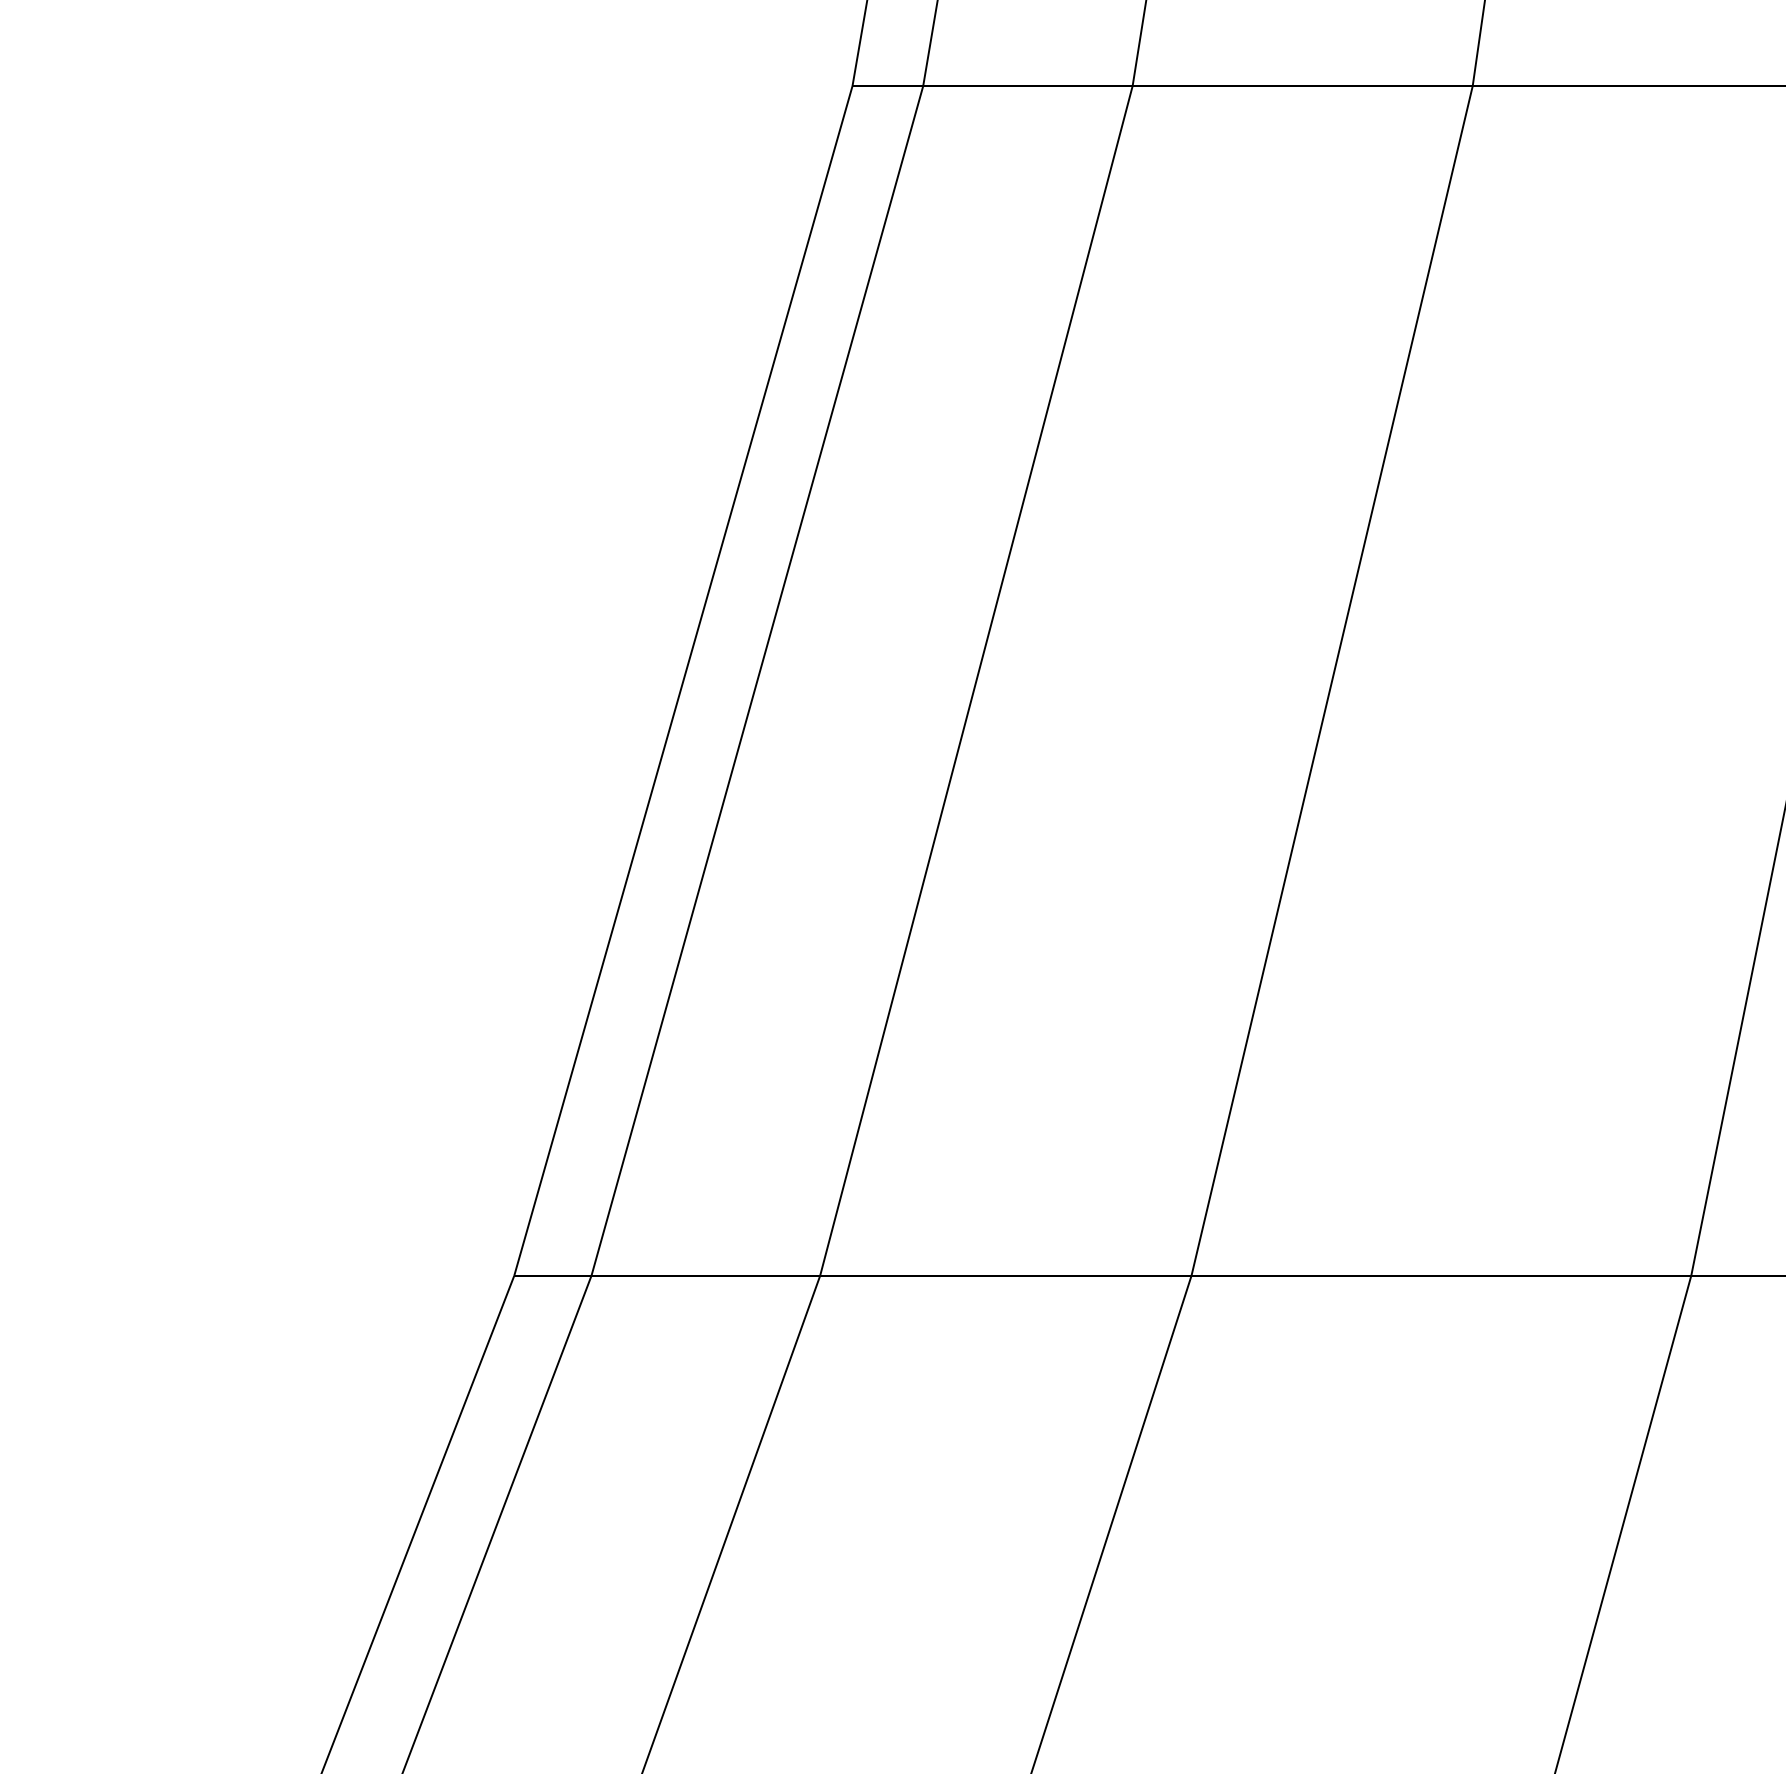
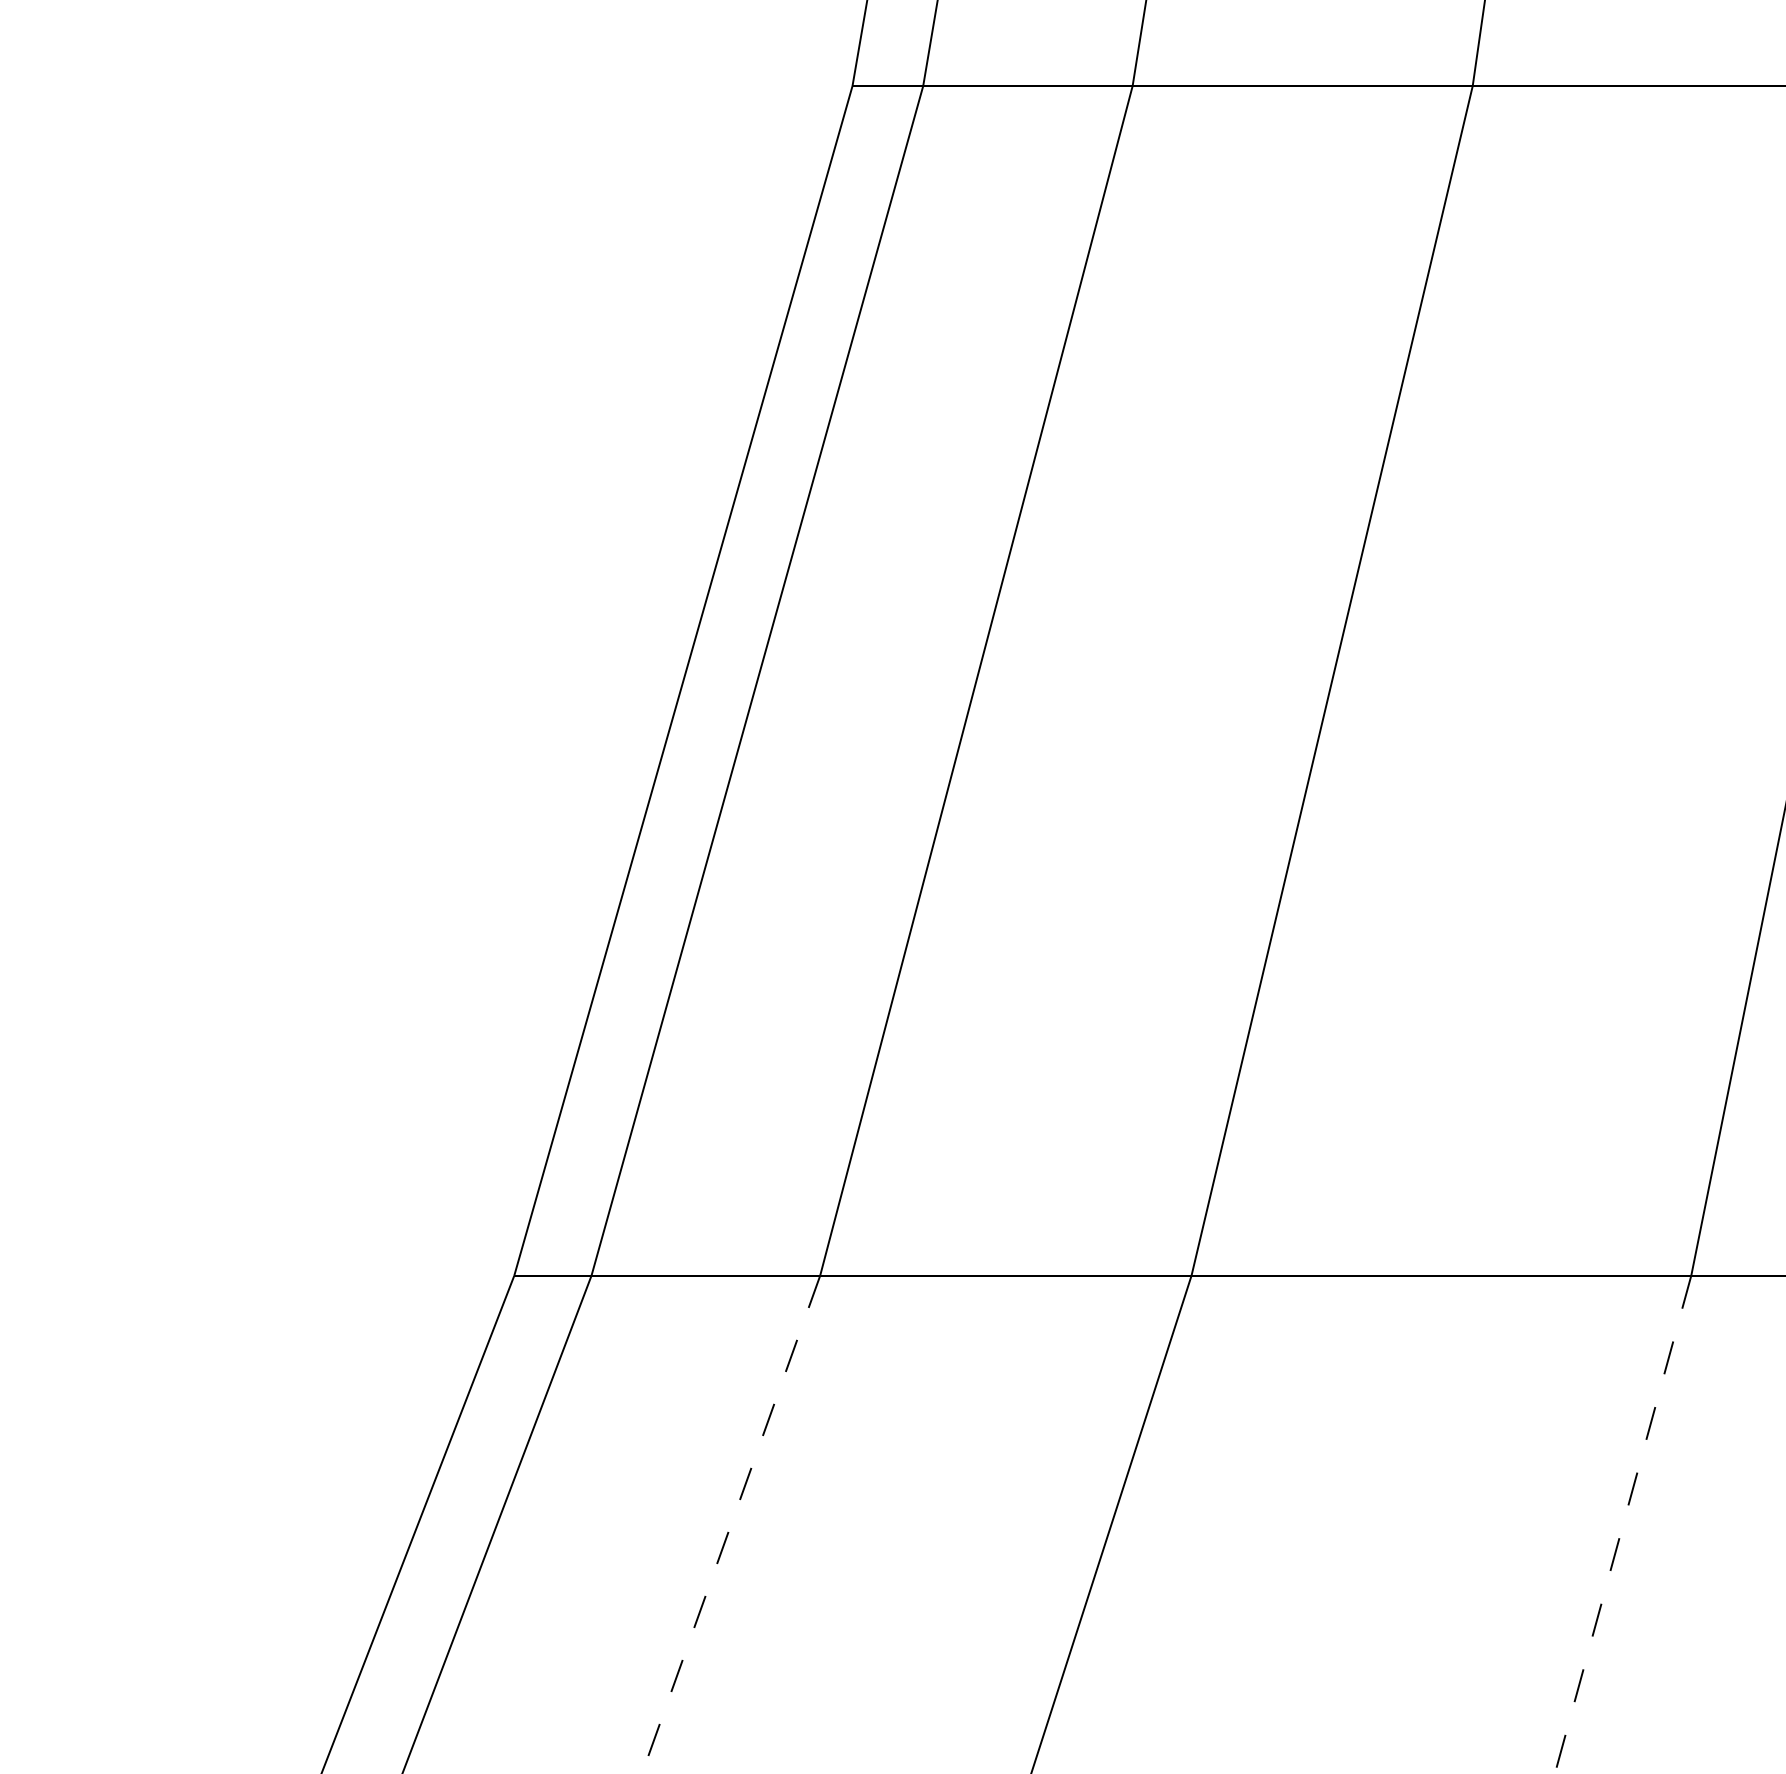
line at (1623, 1524): solid -> dashed
line at (730, 1525): solid -> dashed
